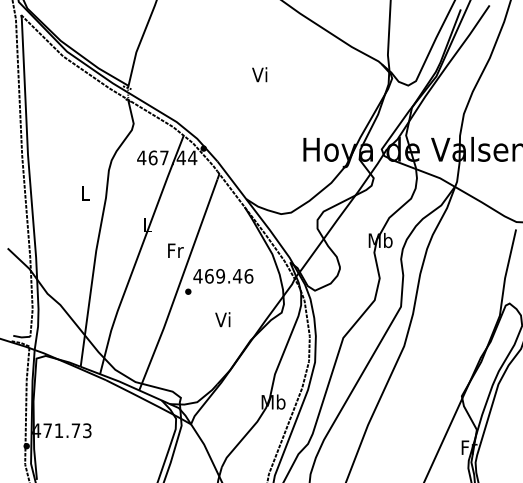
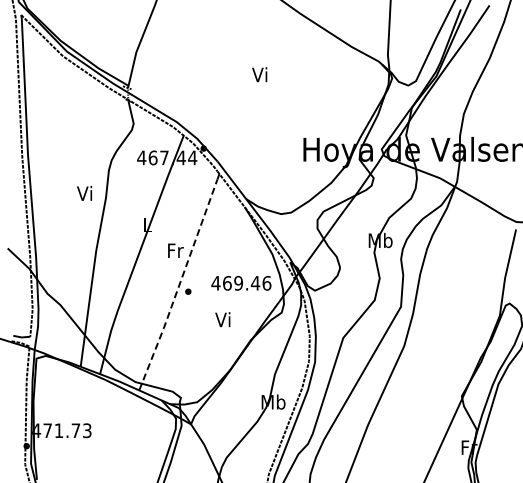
text at (84, 192): L -> Vi
text at (223, 276) position: (223, 276) -> (241, 283)
line at (179, 285): solid -> dashed
